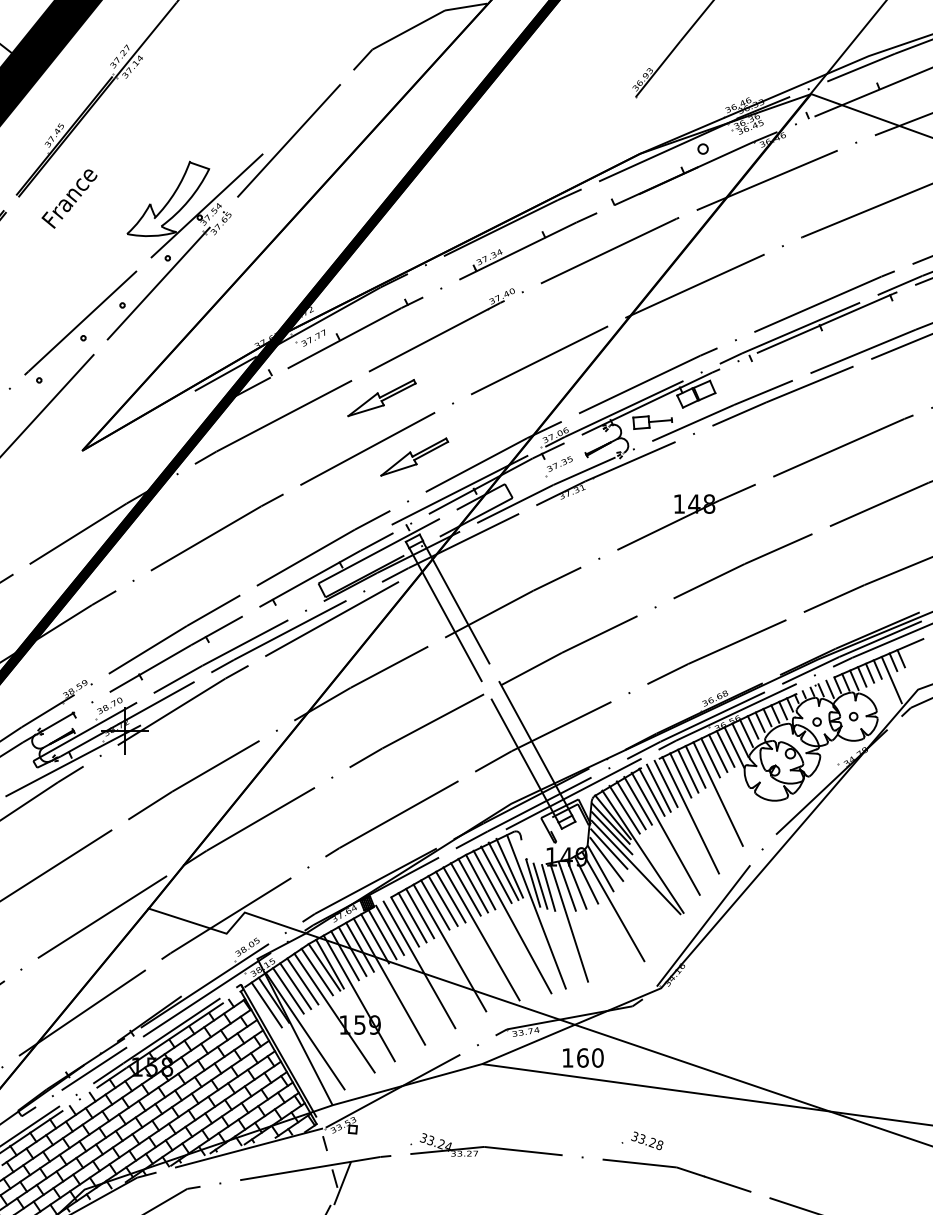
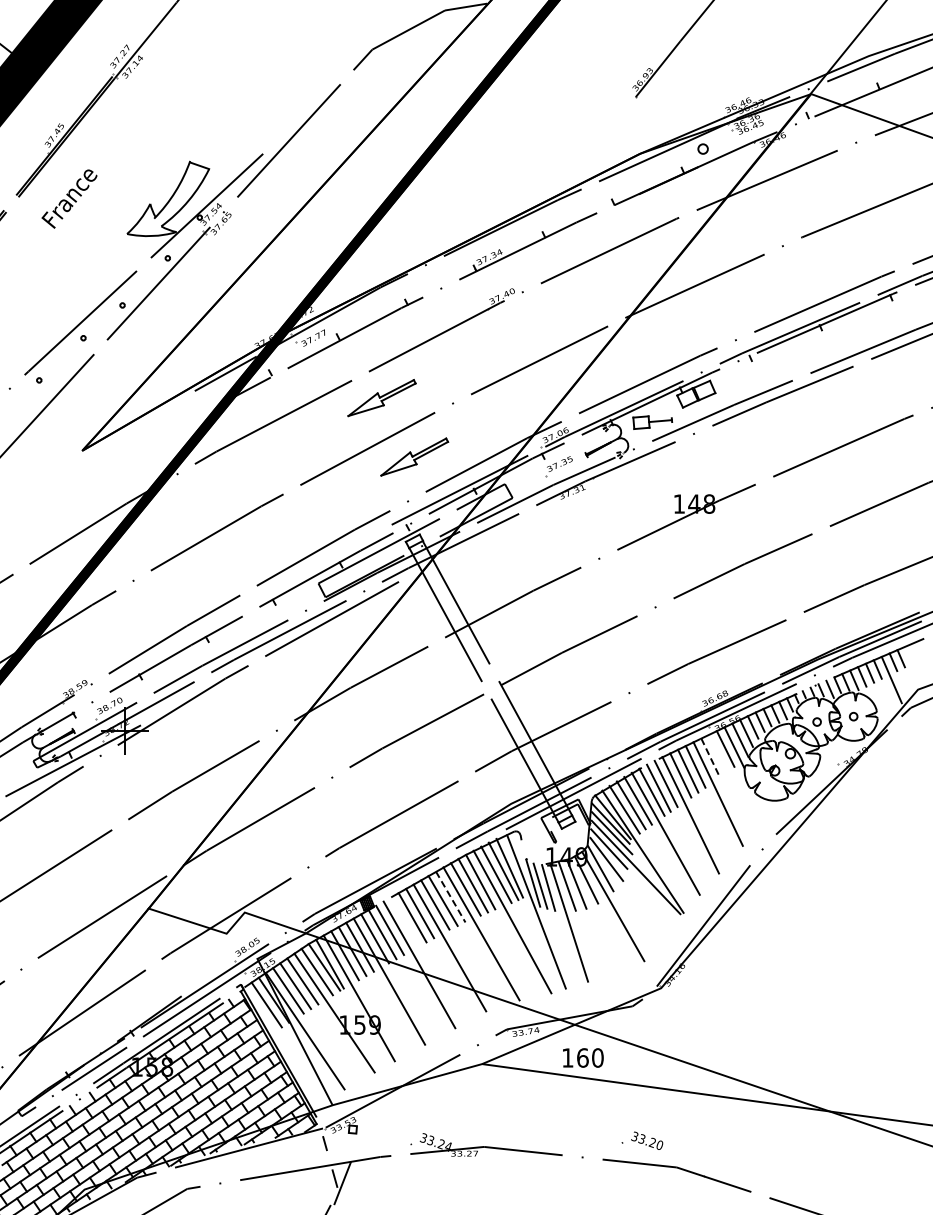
line at (718, 752): present -> none
line at (710, 758): solid -> dashed
line at (451, 897): solid -> dashed
line at (405, 921): present -> none
text at (659, 1145): 33.28 -> 33.20
